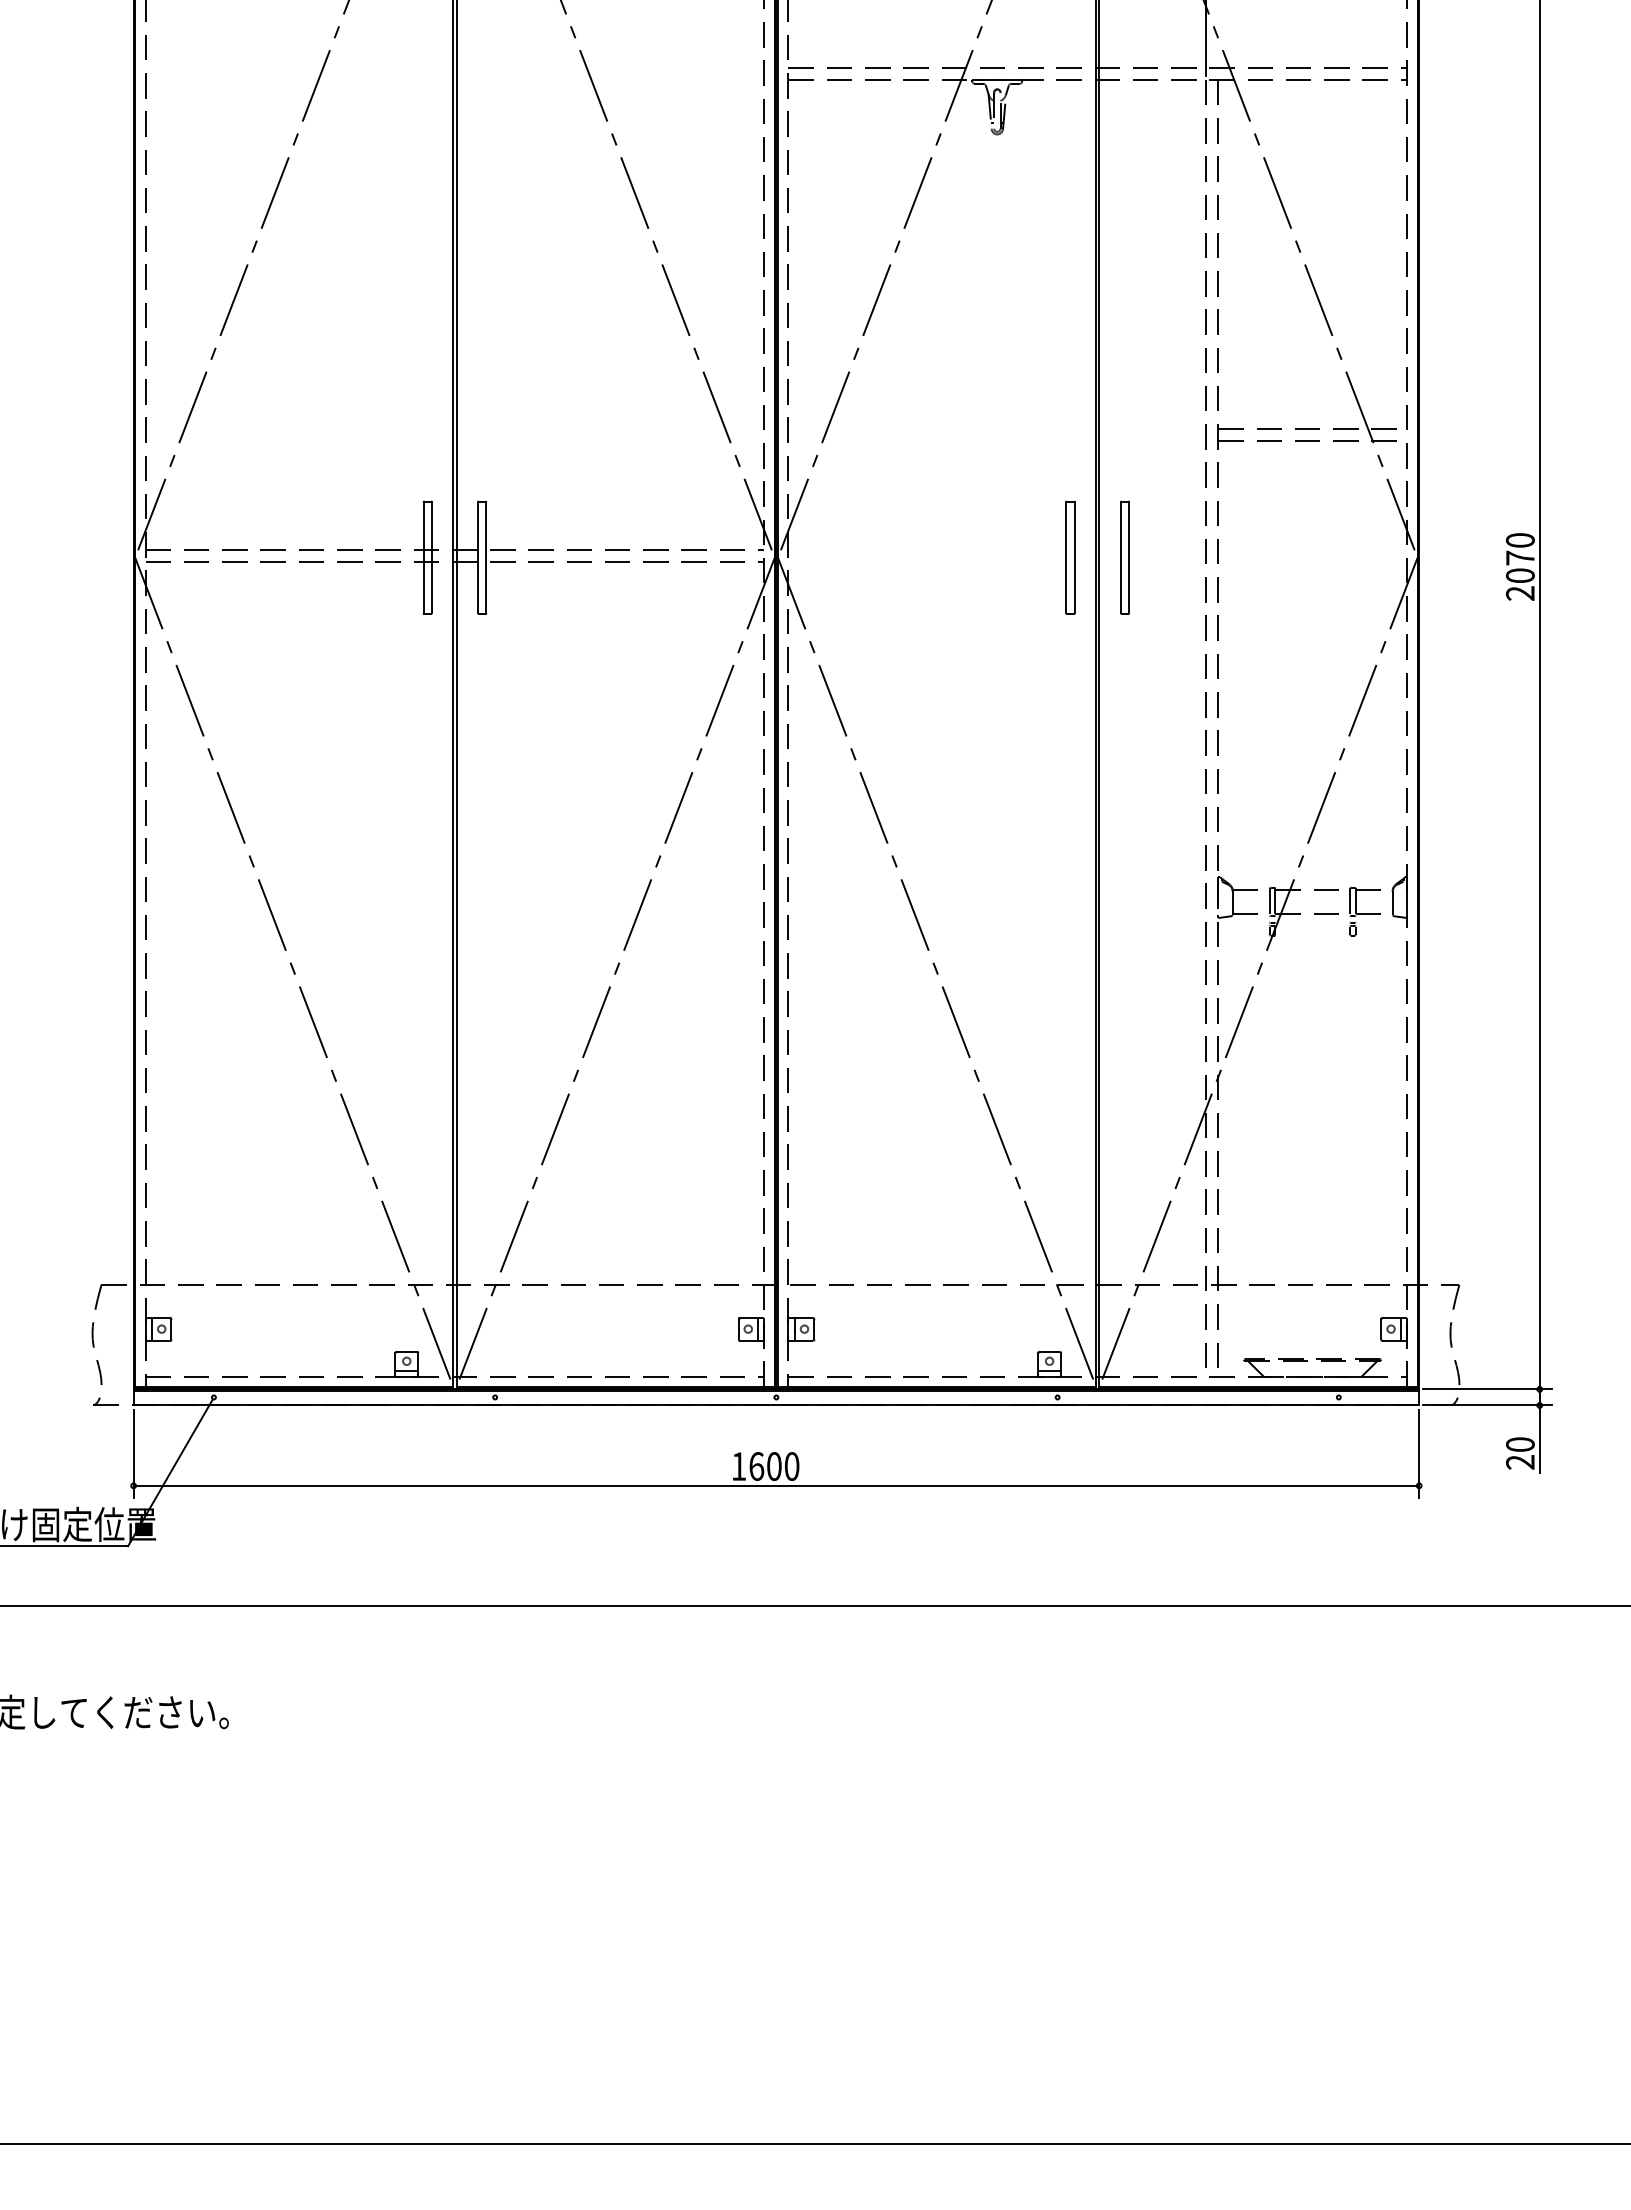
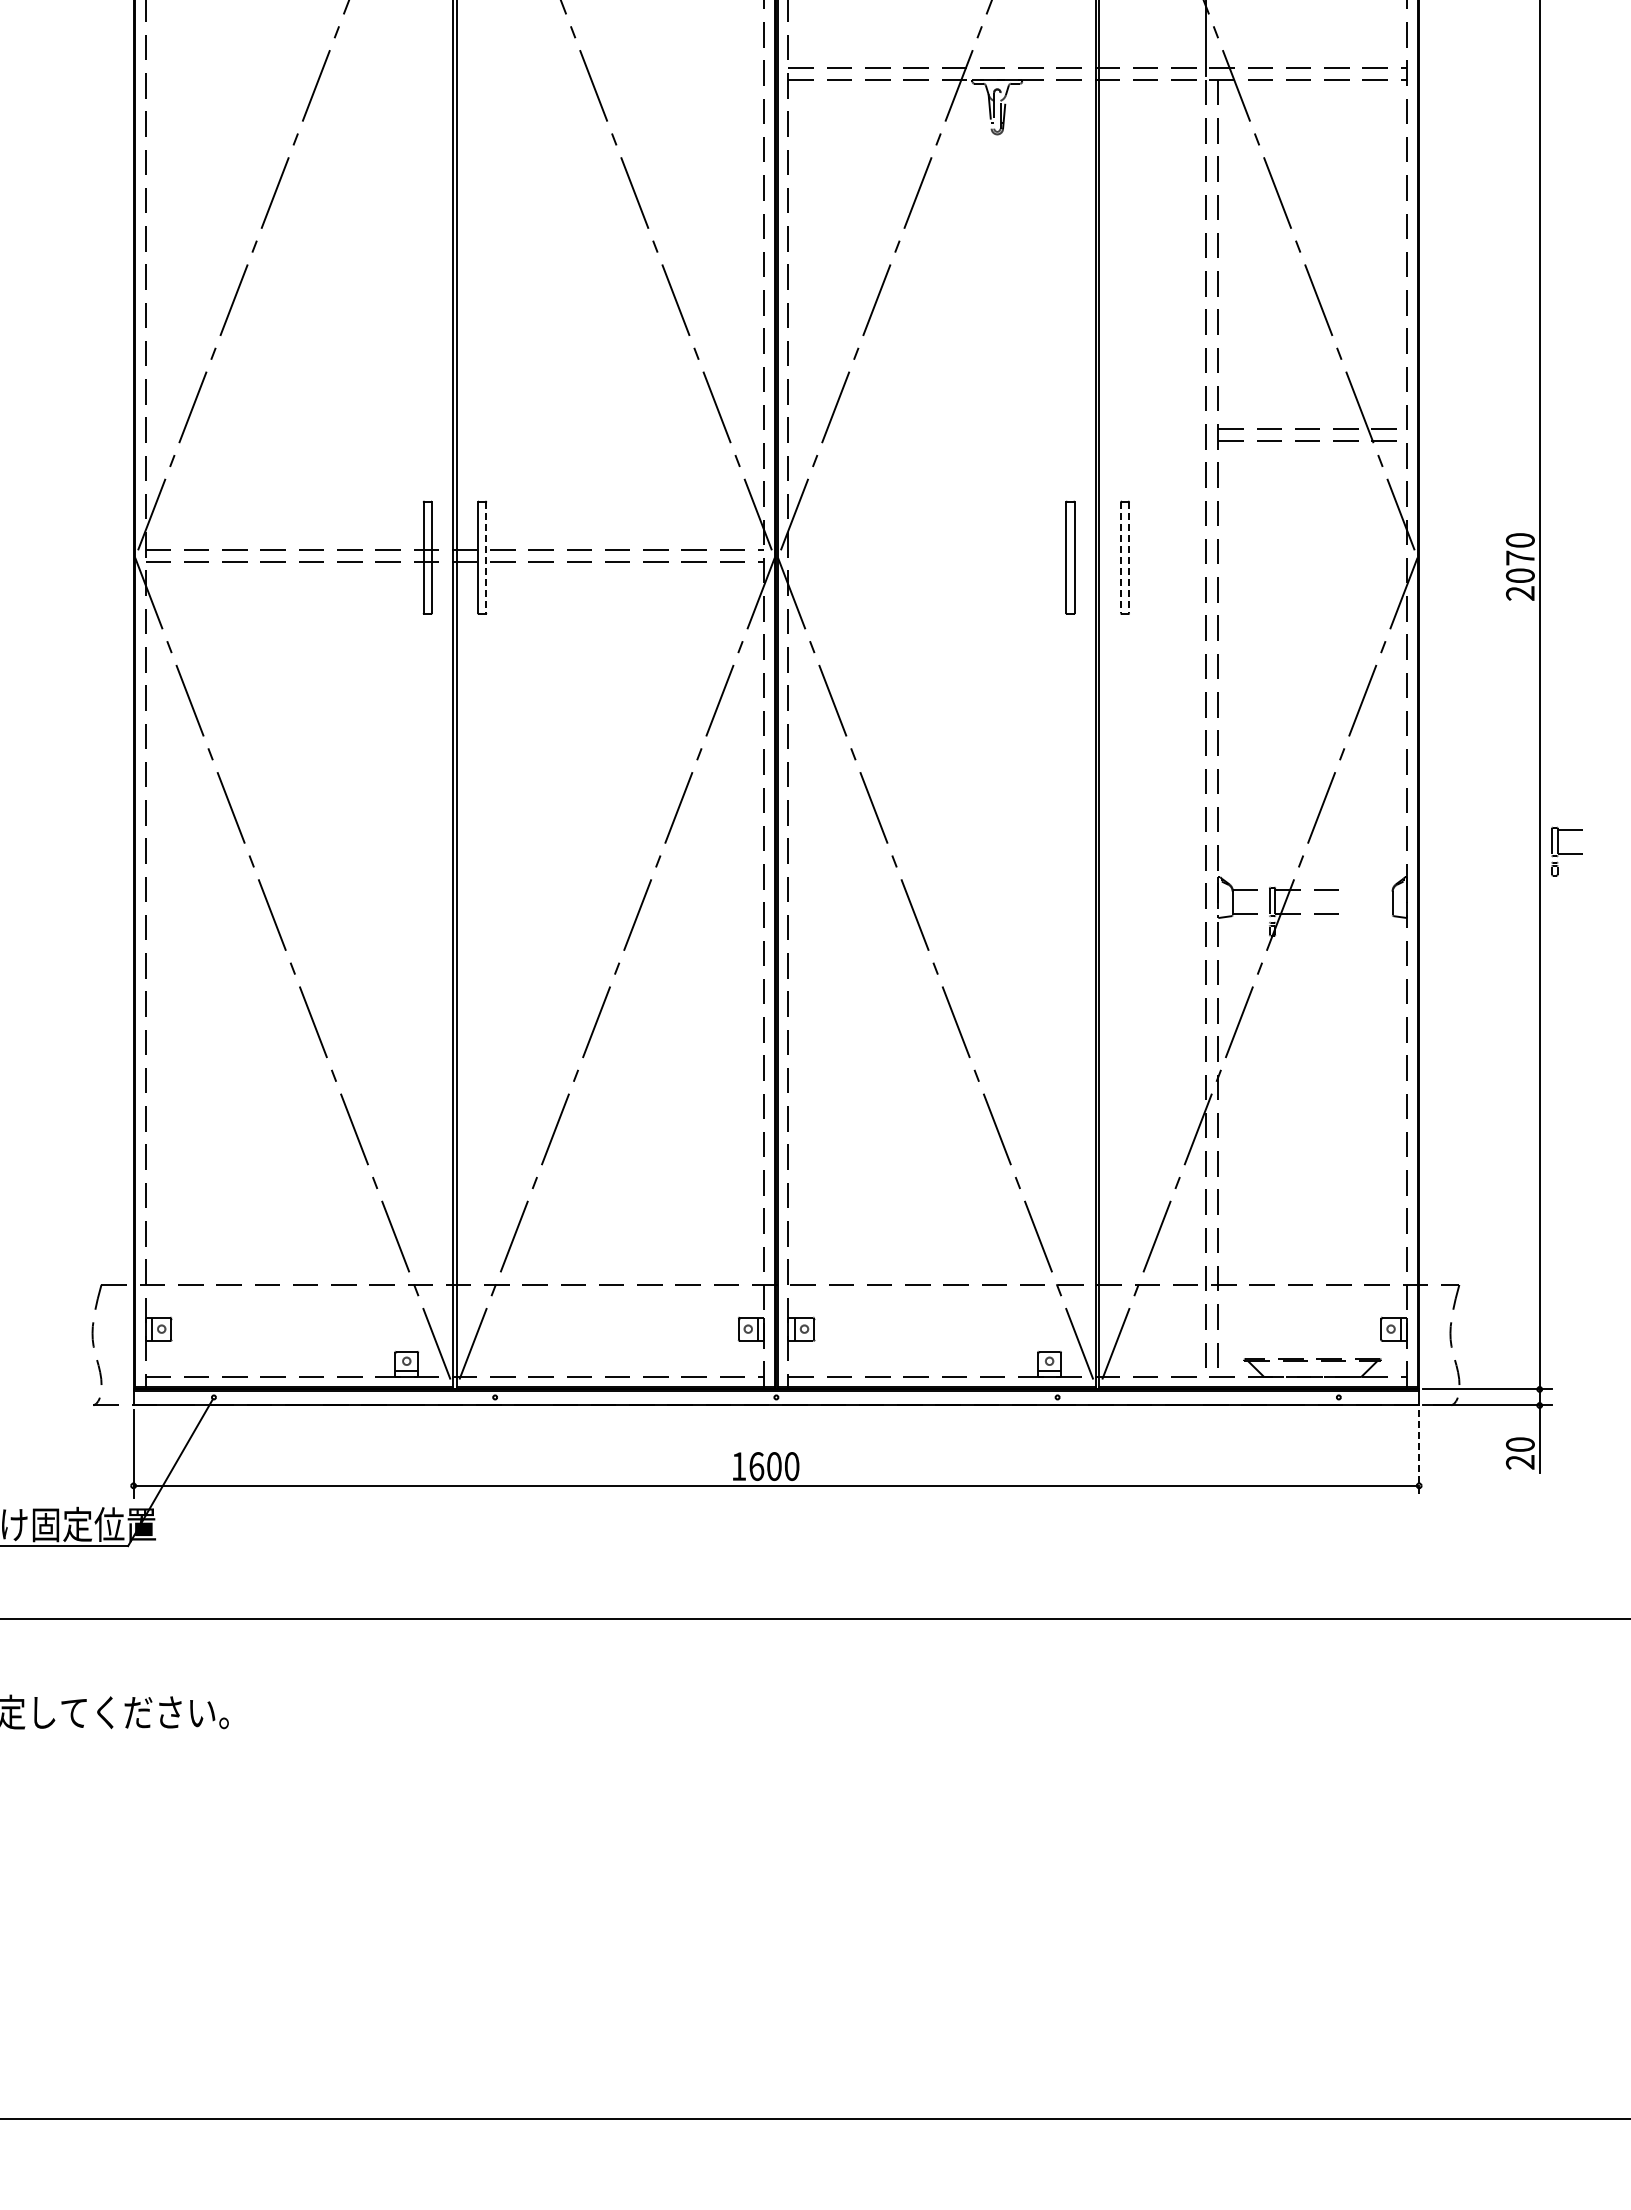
line at (486, 558): solid -> dashed
line at (1121, 558): solid -> dashed
line at (1129, 558): solid -> dashed
part at (1364, 911) position: (1364, 911) -> (1566, 851)
line at (1419, 1454): solid -> dashed
line at (814, 1606) position: (814, 1606) -> (814, 1619)
line at (814, 2143) position: (814, 2143) -> (814, 2118)
